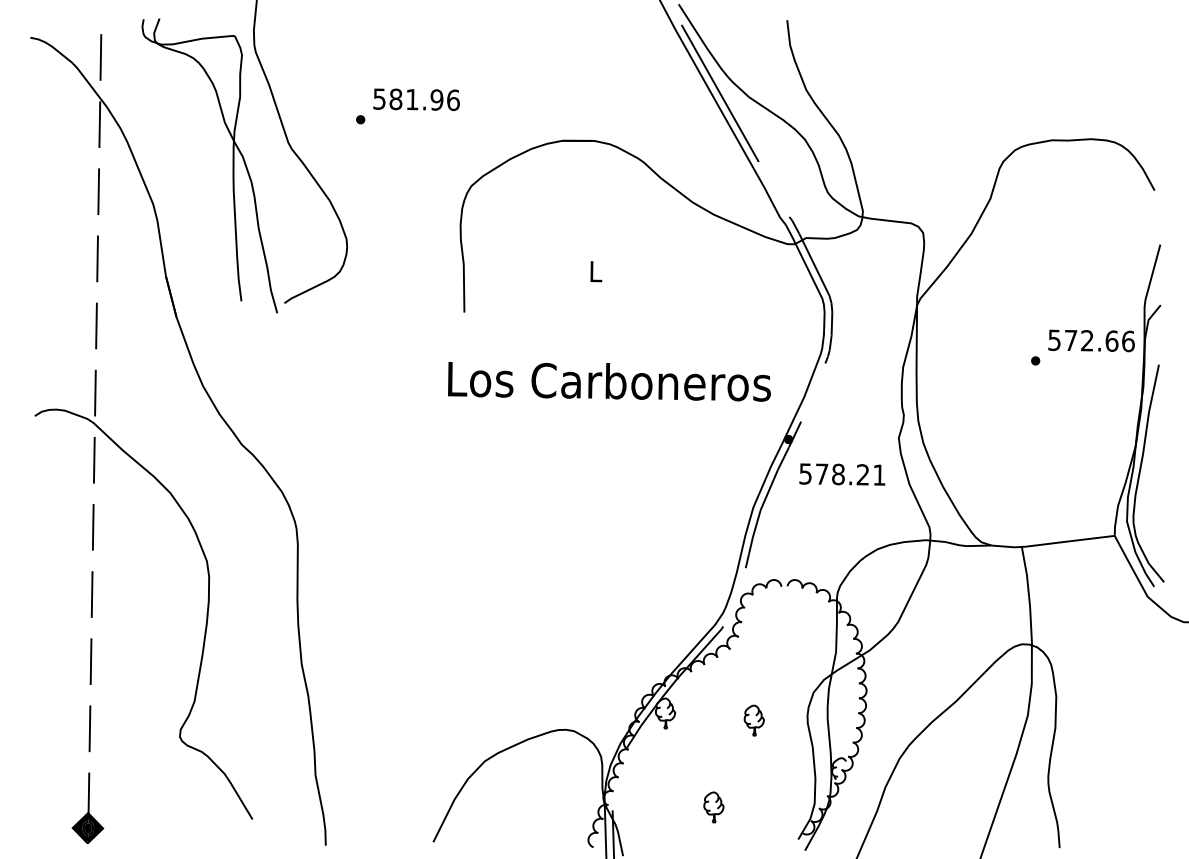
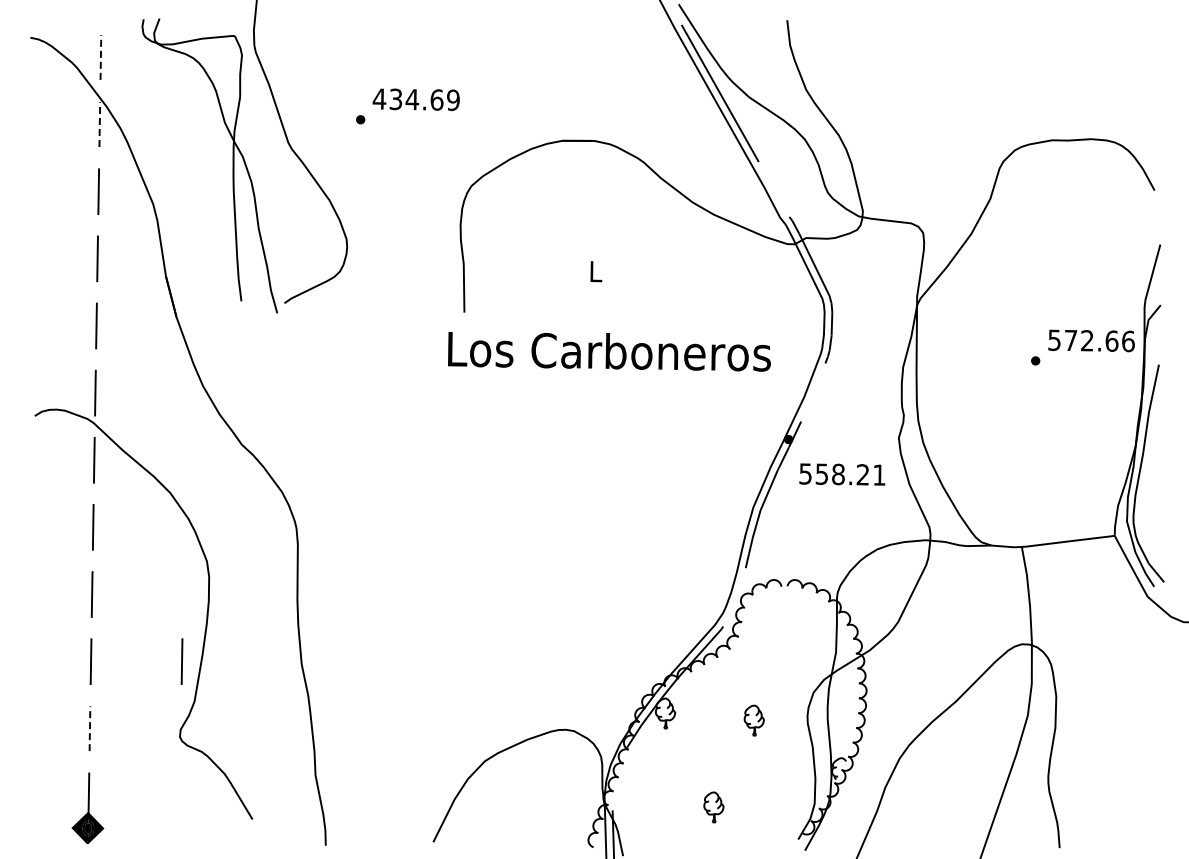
line at (100, 56): solid -> dashed
text at (415, 99): 581.96 -> 434.69
line at (99, 124): solid -> dashed
text at (609, 381) position: (609, 381) -> (609, 351)
text at (821, 473): 578.21 -> 558.21
line at (181, 661): none -> present
line at (89, 728): solid -> dashed
